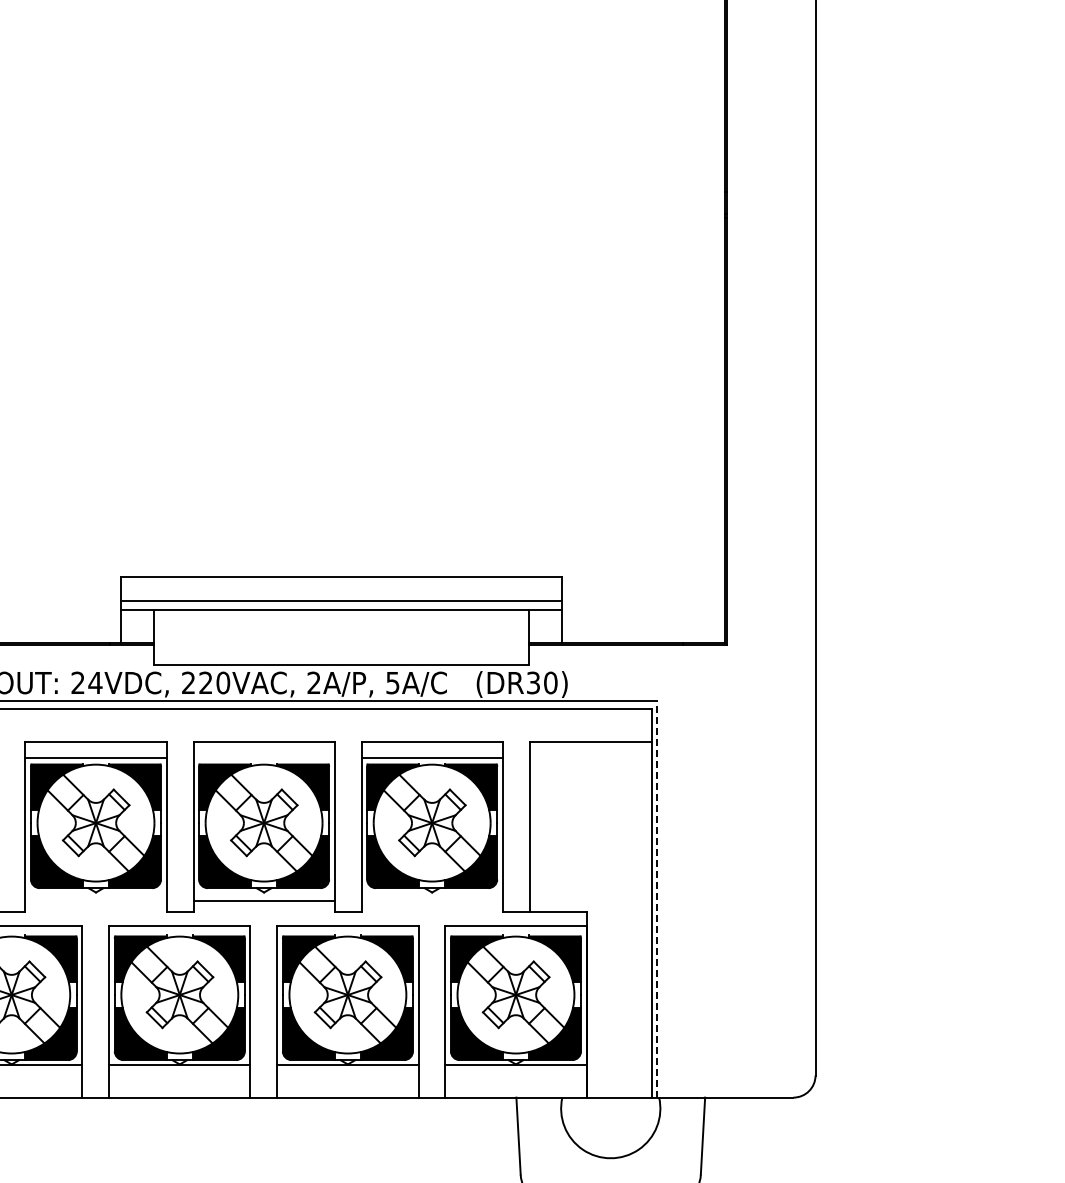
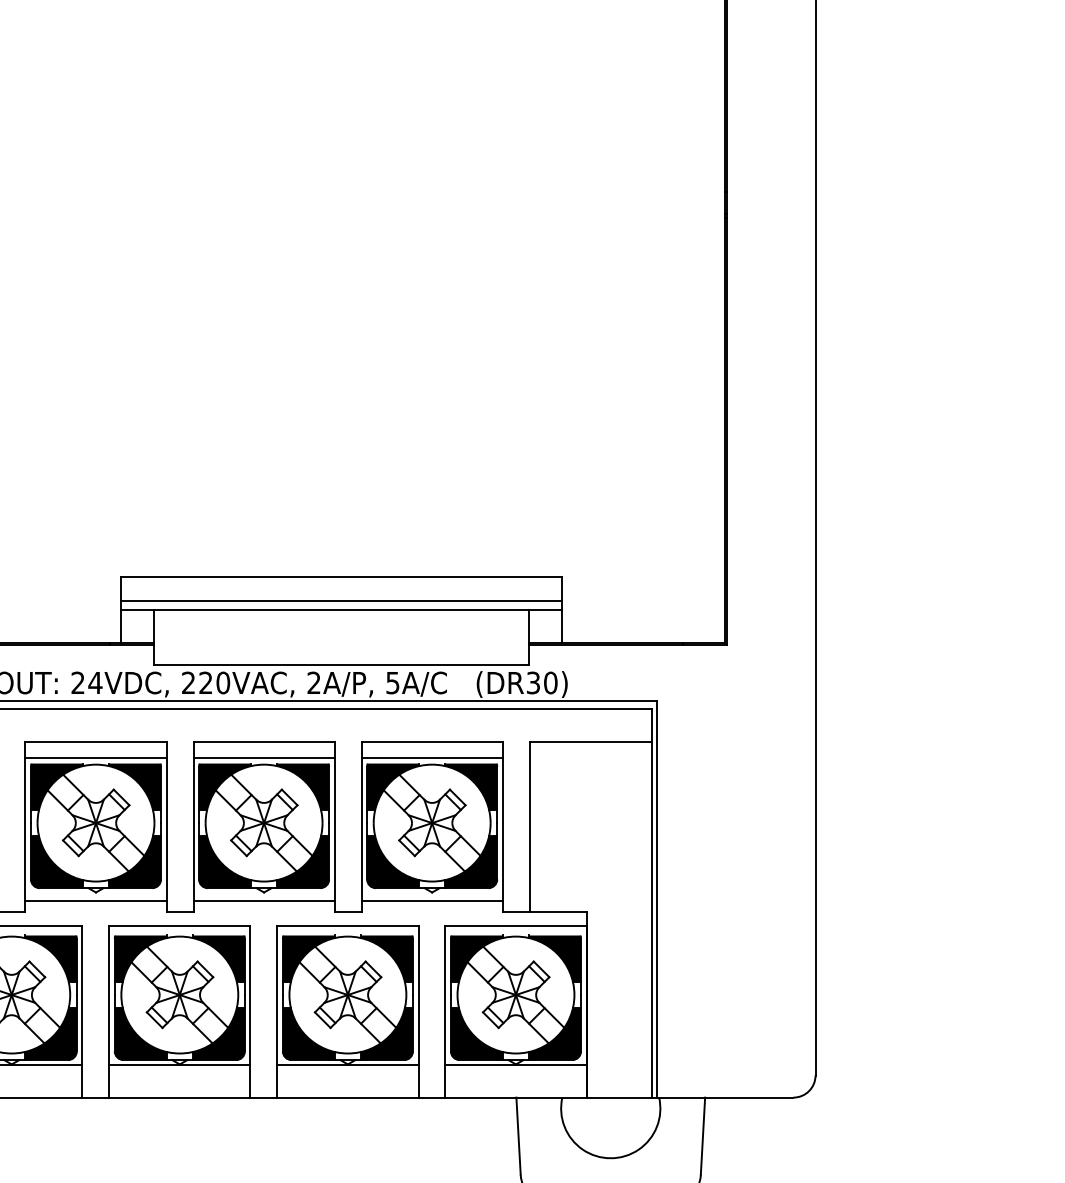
line at (263, 757): none -> present
line at (656, 899): dashed -> solid
line at (95, 901): none -> present
line at (431, 901): none -> present
